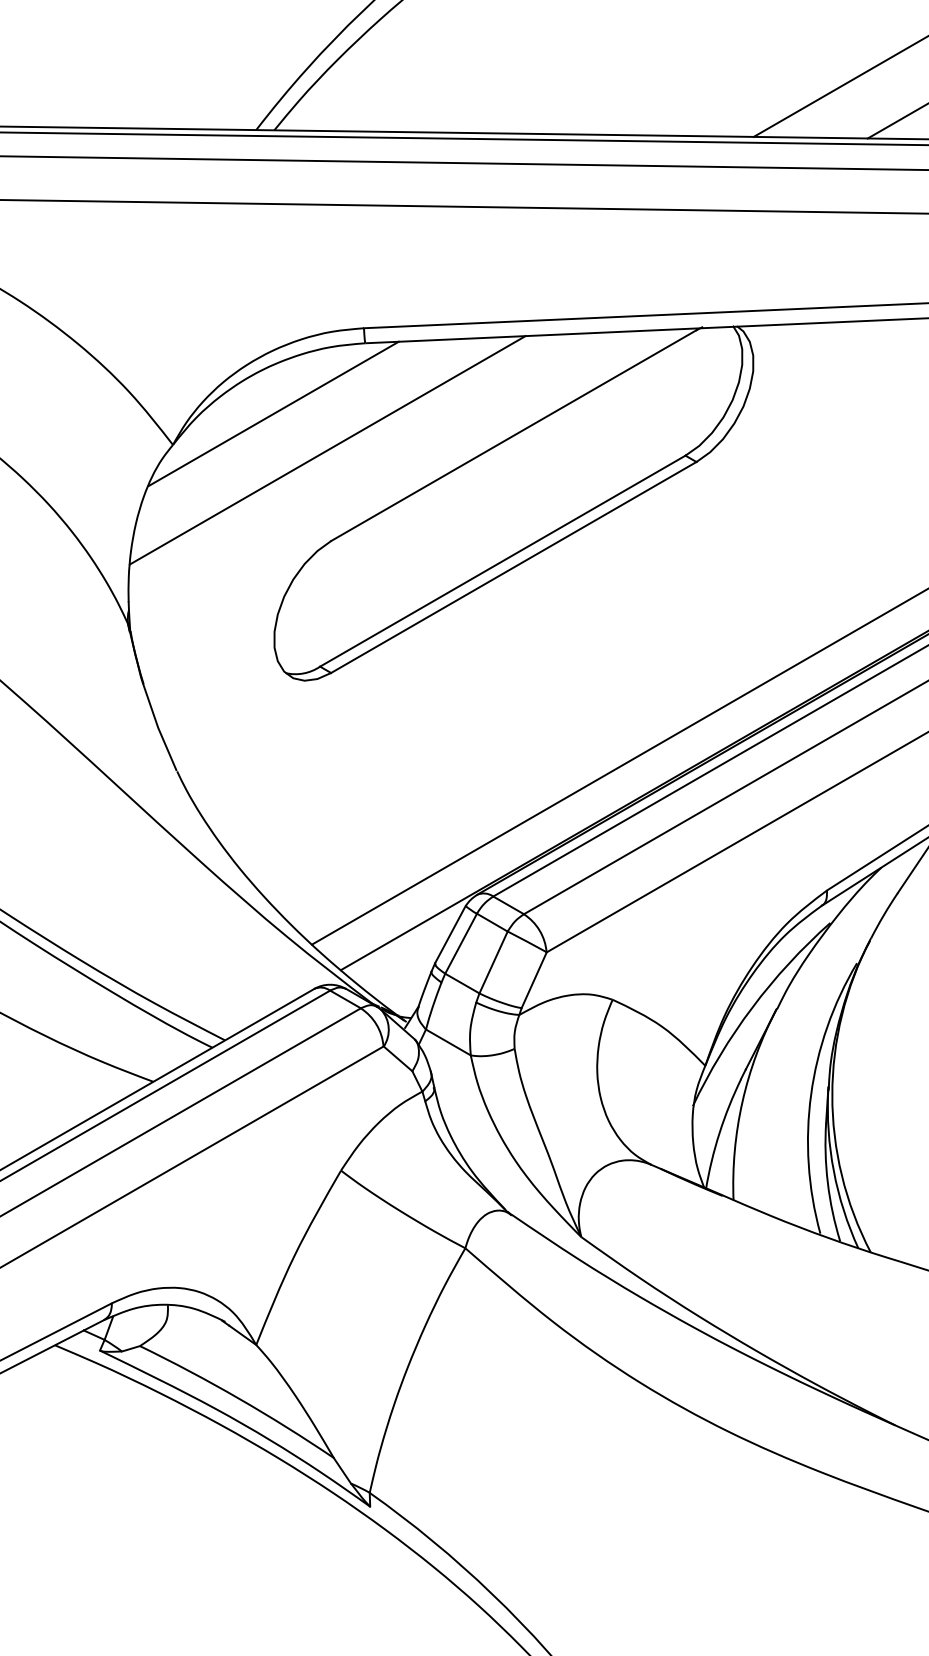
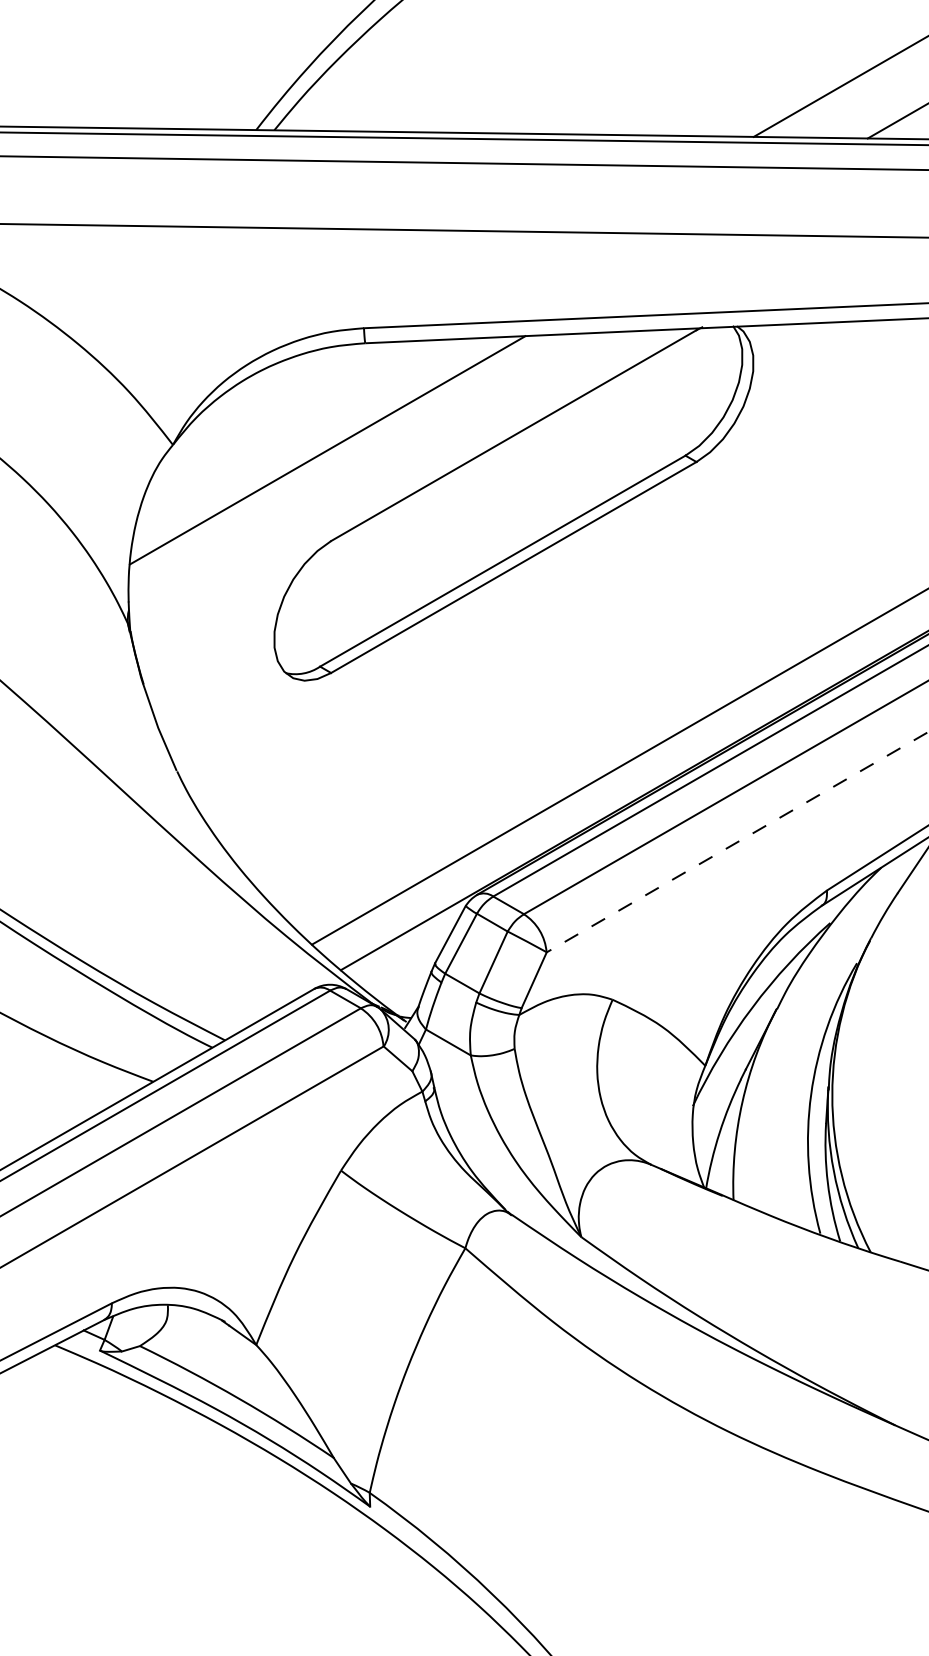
line at (463, 206) position: (463, 206) -> (463, 230)
line at (273, 413): present -> none
line at (737, 842): solid -> dashed
